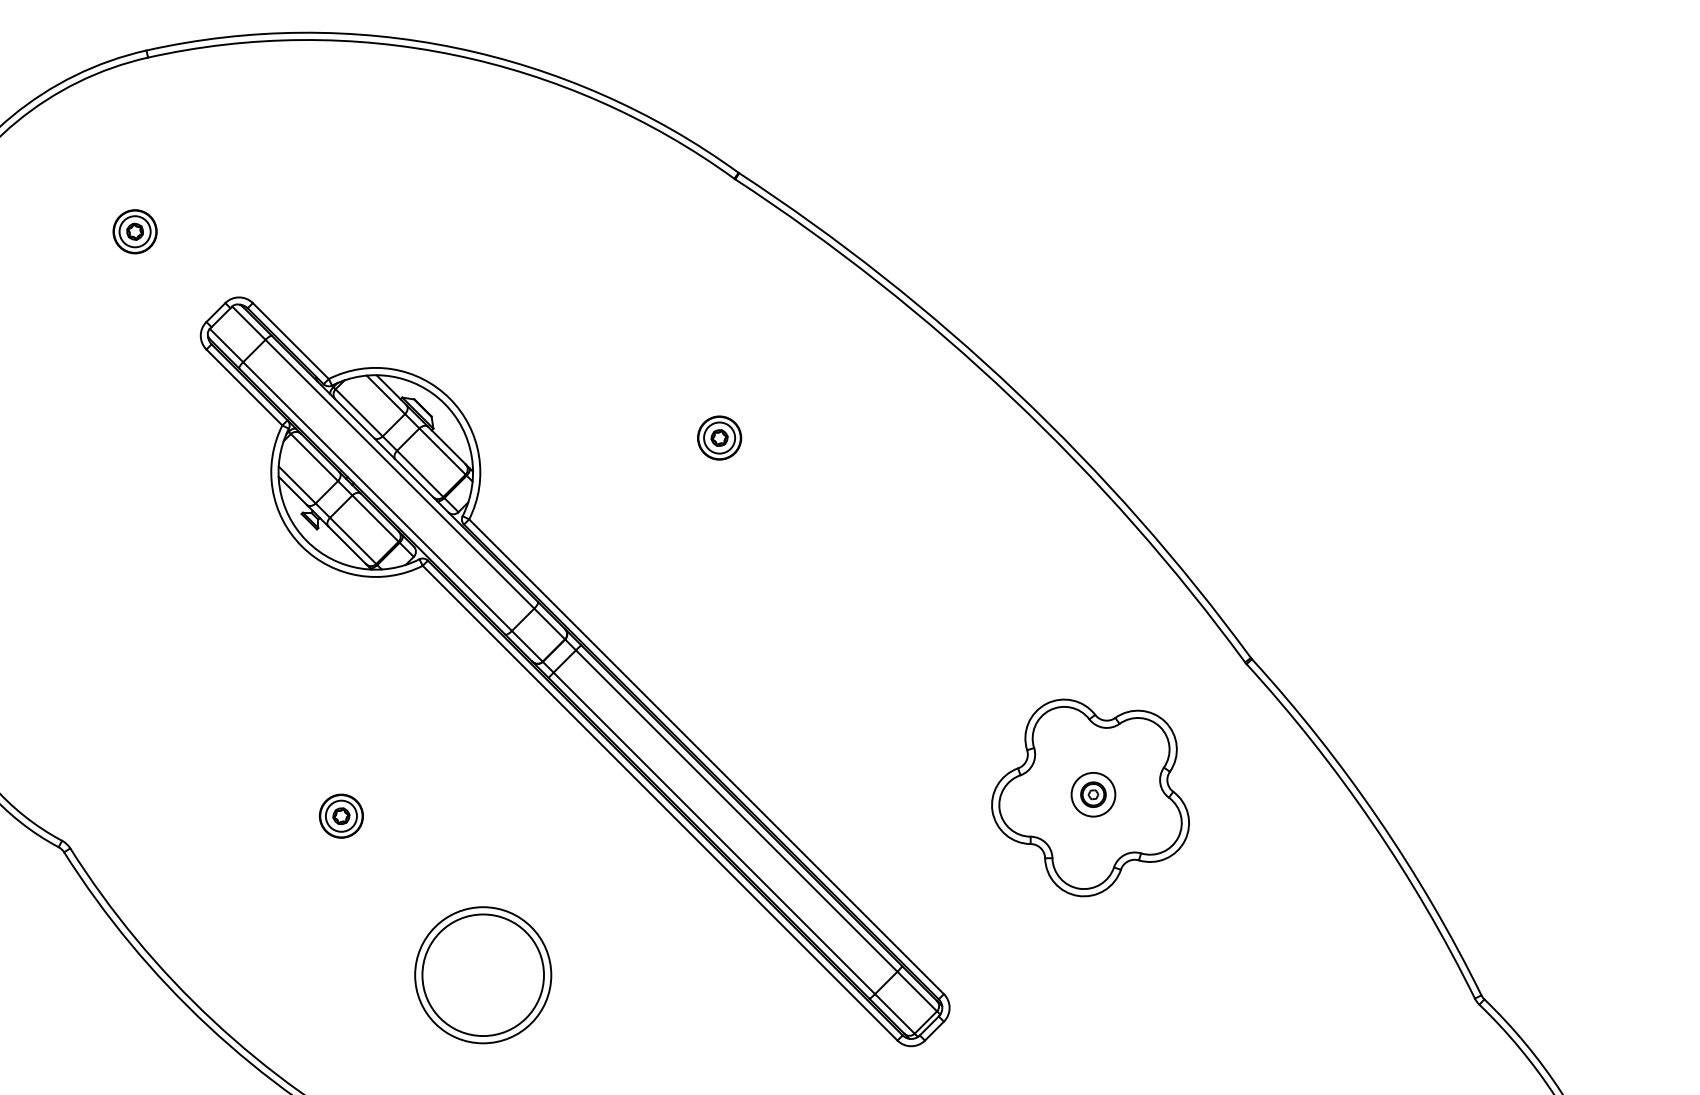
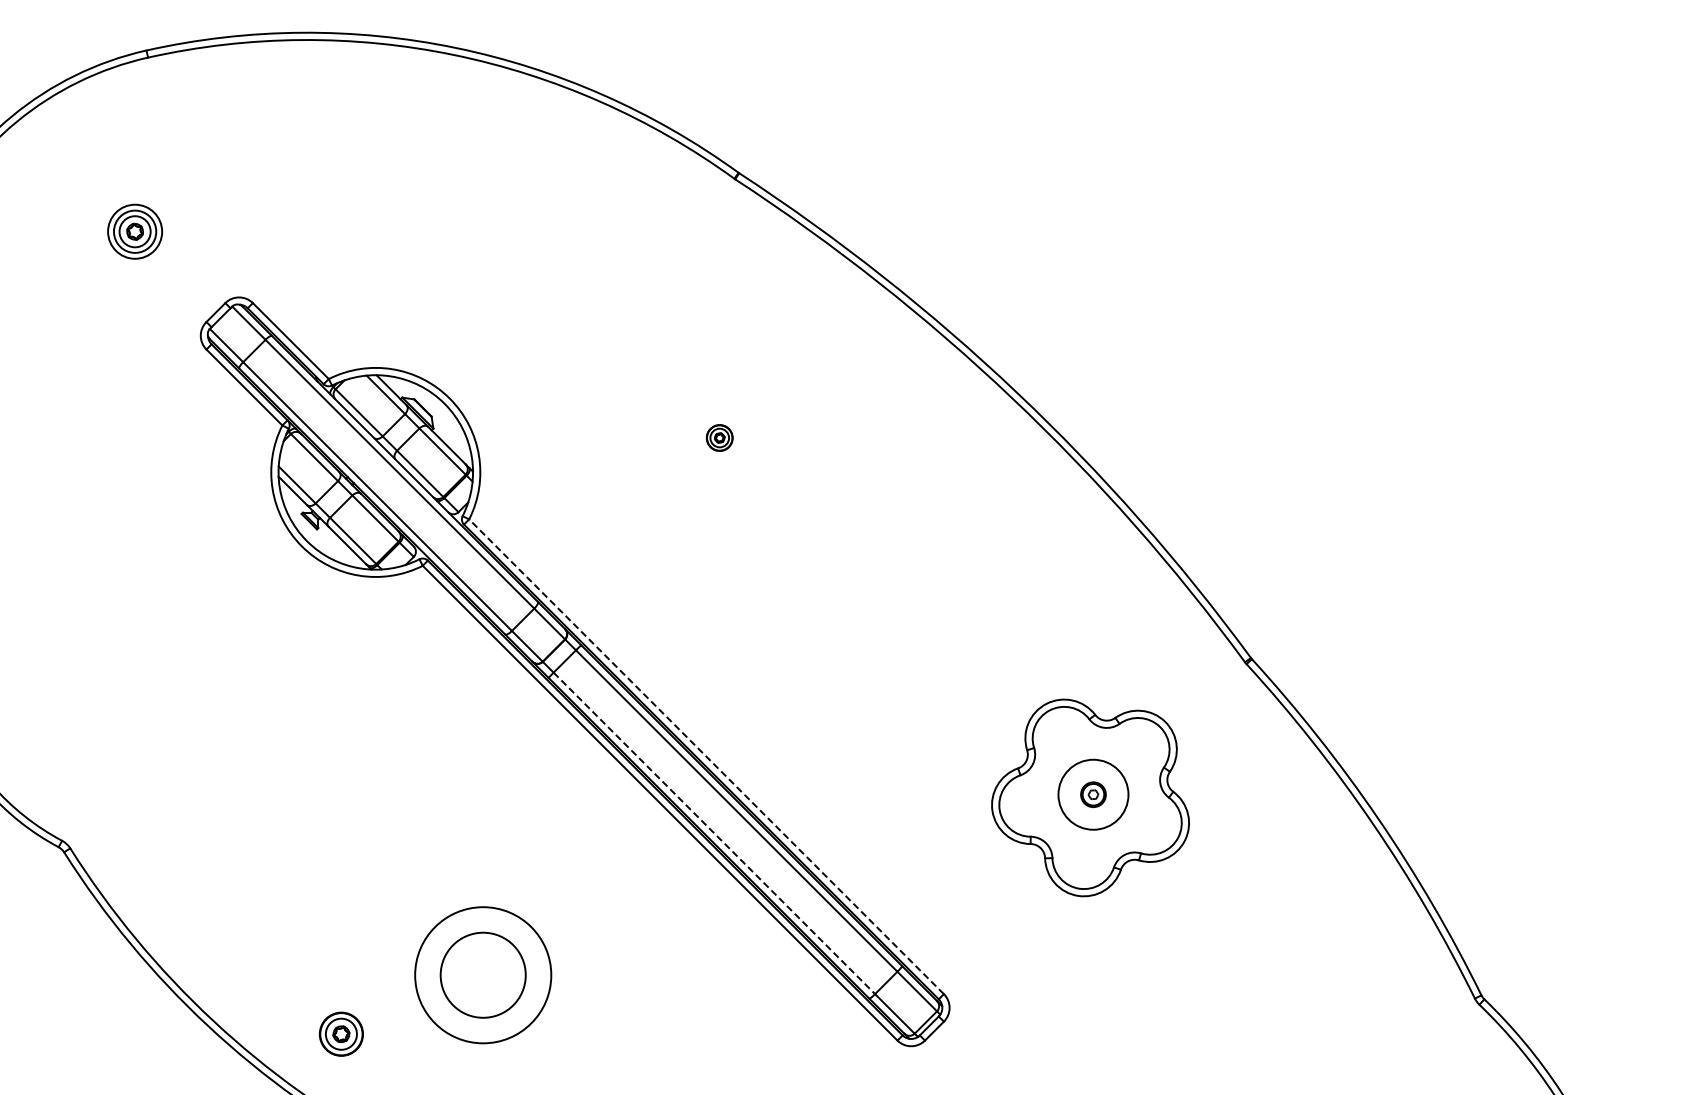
circle at (134, 231) diameter: 43 px -> 54 px
part at (719, 437) size: 46x46 px -> 29x28 px
line at (706, 756): solid -> dashed
circle at (1093, 794) diameter: 44 px -> 70 px
part at (340, 815) position: (340, 815) -> (340, 1033)
line at (714, 833): solid -> dashed
circle at (483, 975) diameter: 122 px -> 85 px
